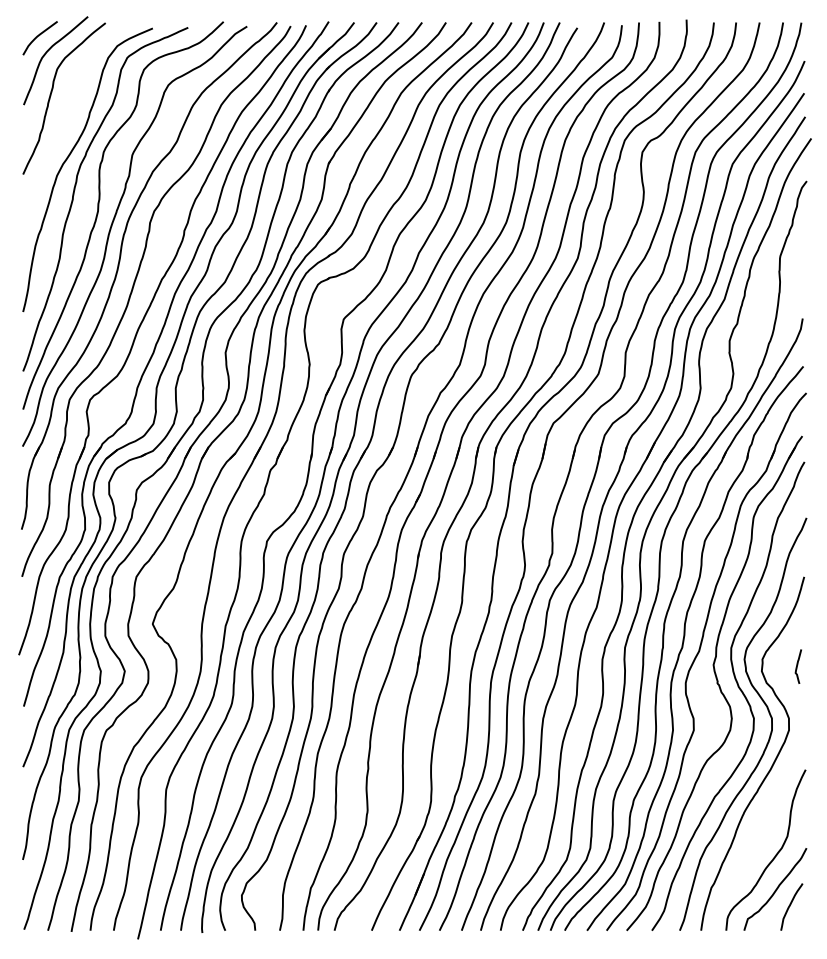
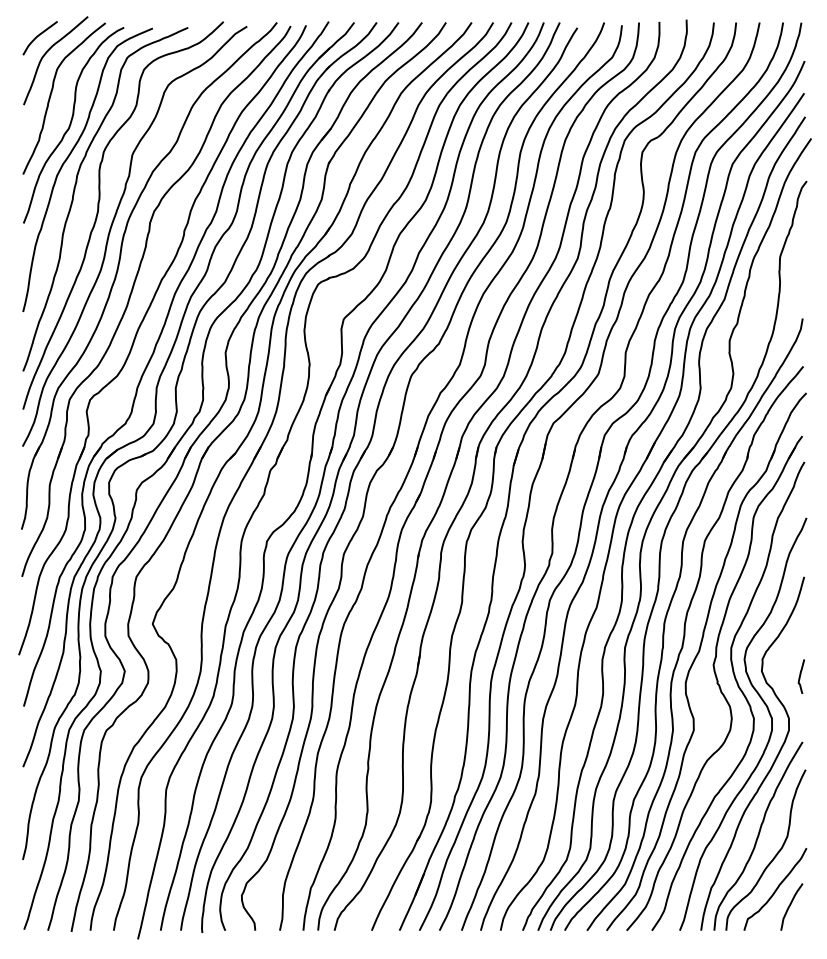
curve at (71, 124): none -> present
curve at (797, 666) position: (797, 666) -> (800, 676)
curve at (758, 835): none -> present
